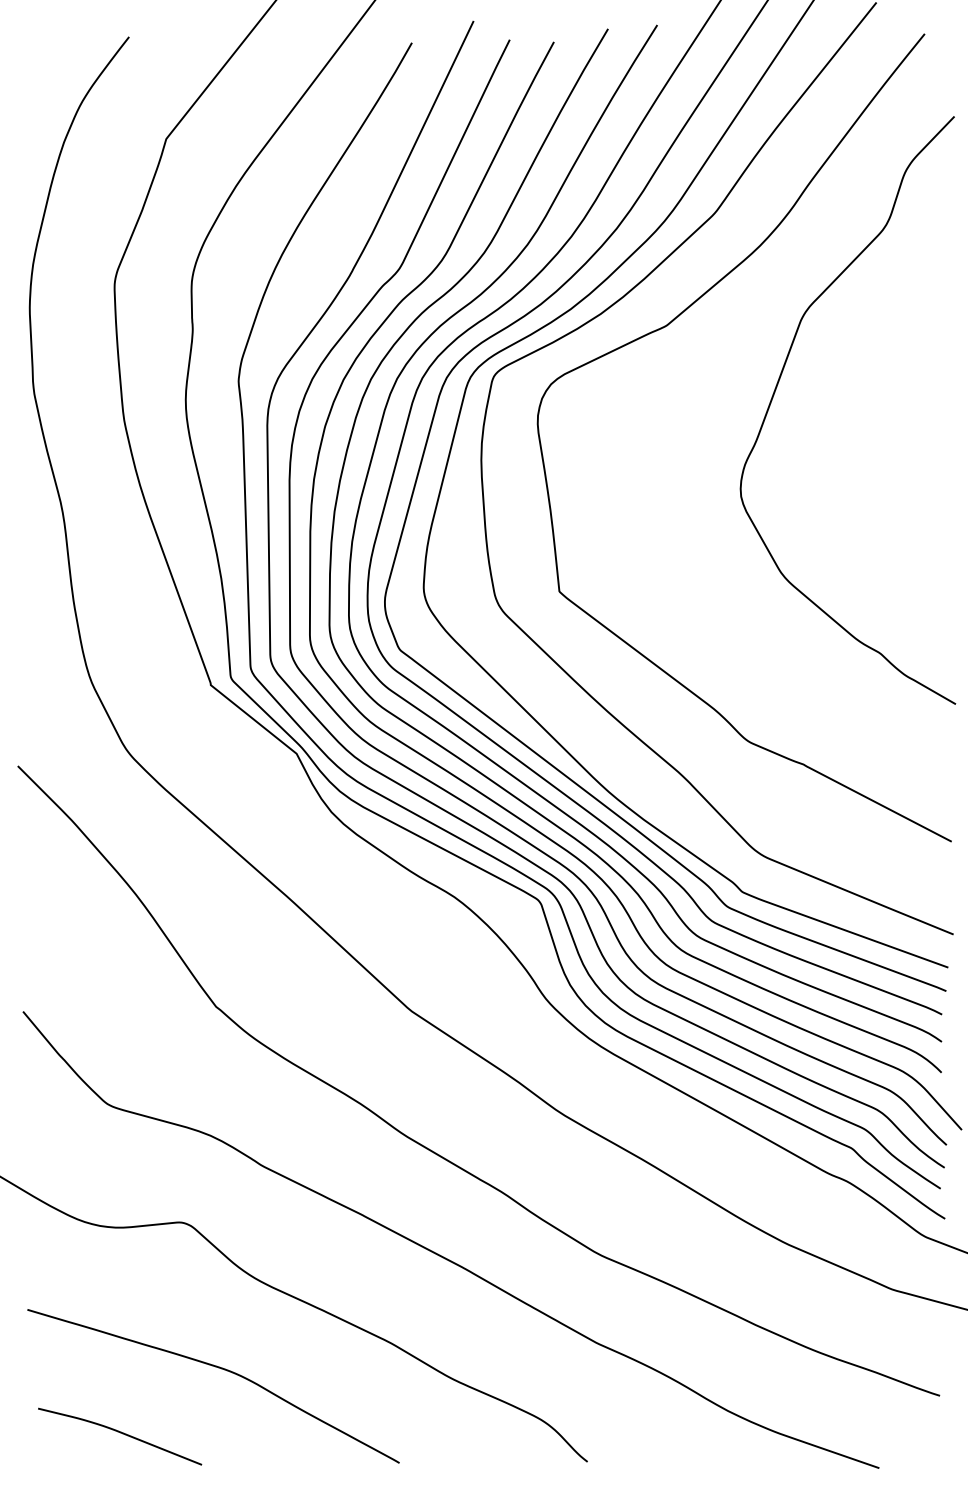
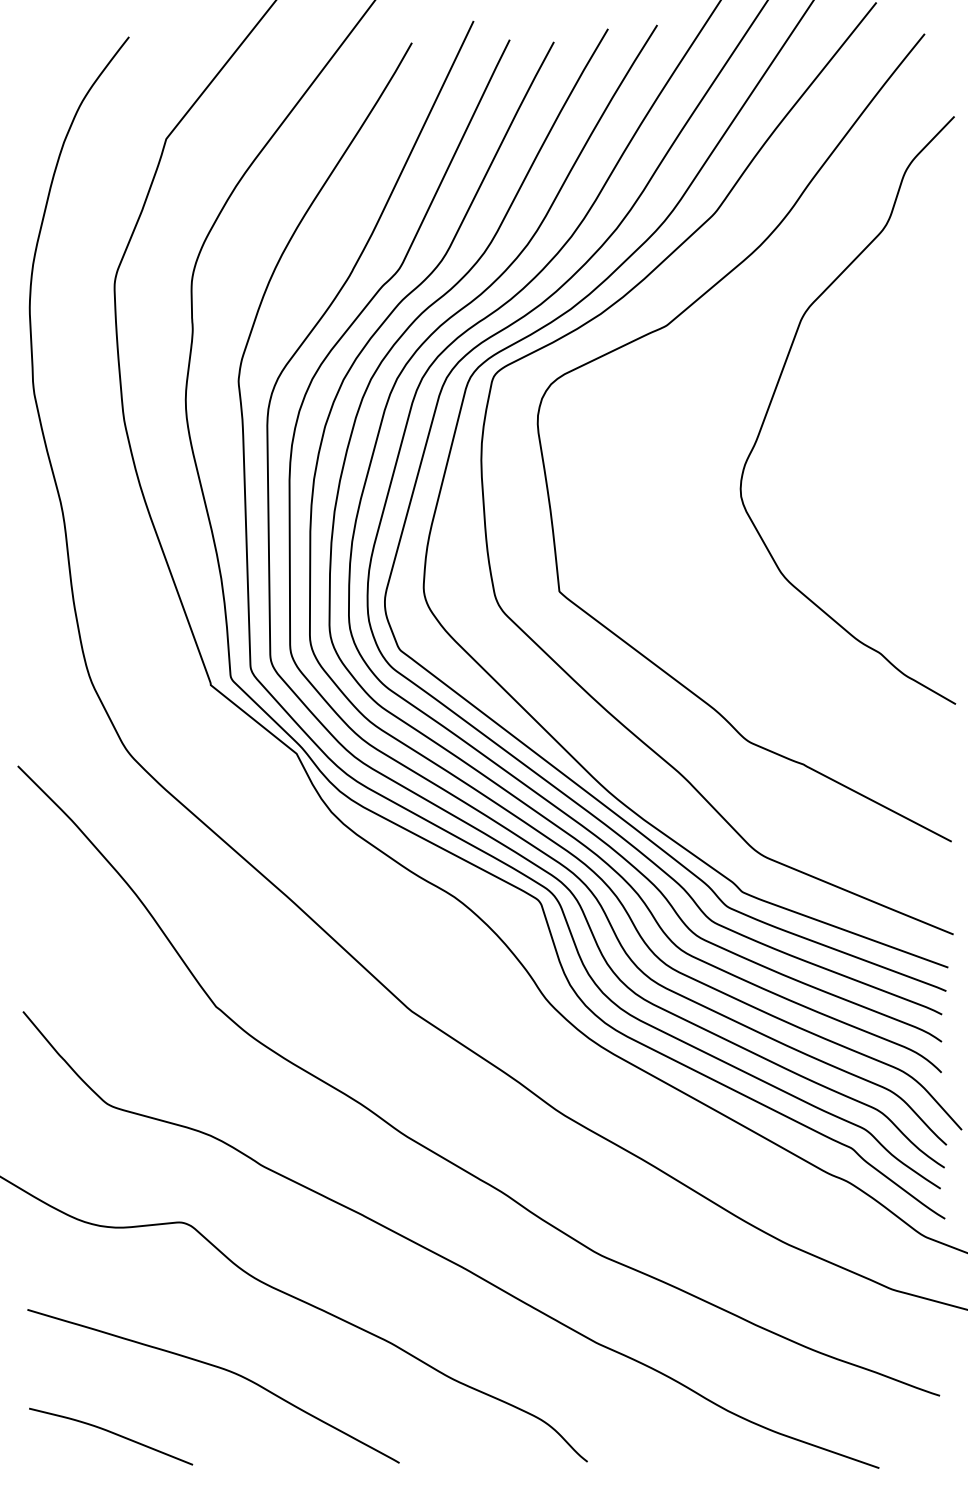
curve at (122, 1434) position: (122, 1434) -> (113, 1434)
